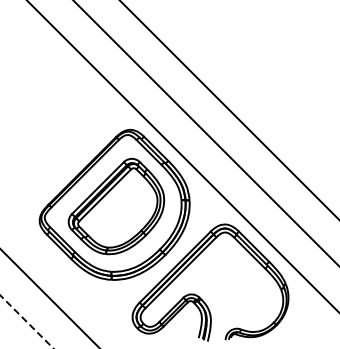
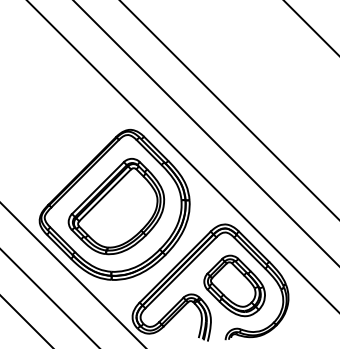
line at (310, 27): none -> present
line at (72, 274): none -> present
part at (234, 285): none -> present
line at (27, 322): dashed -> solid
